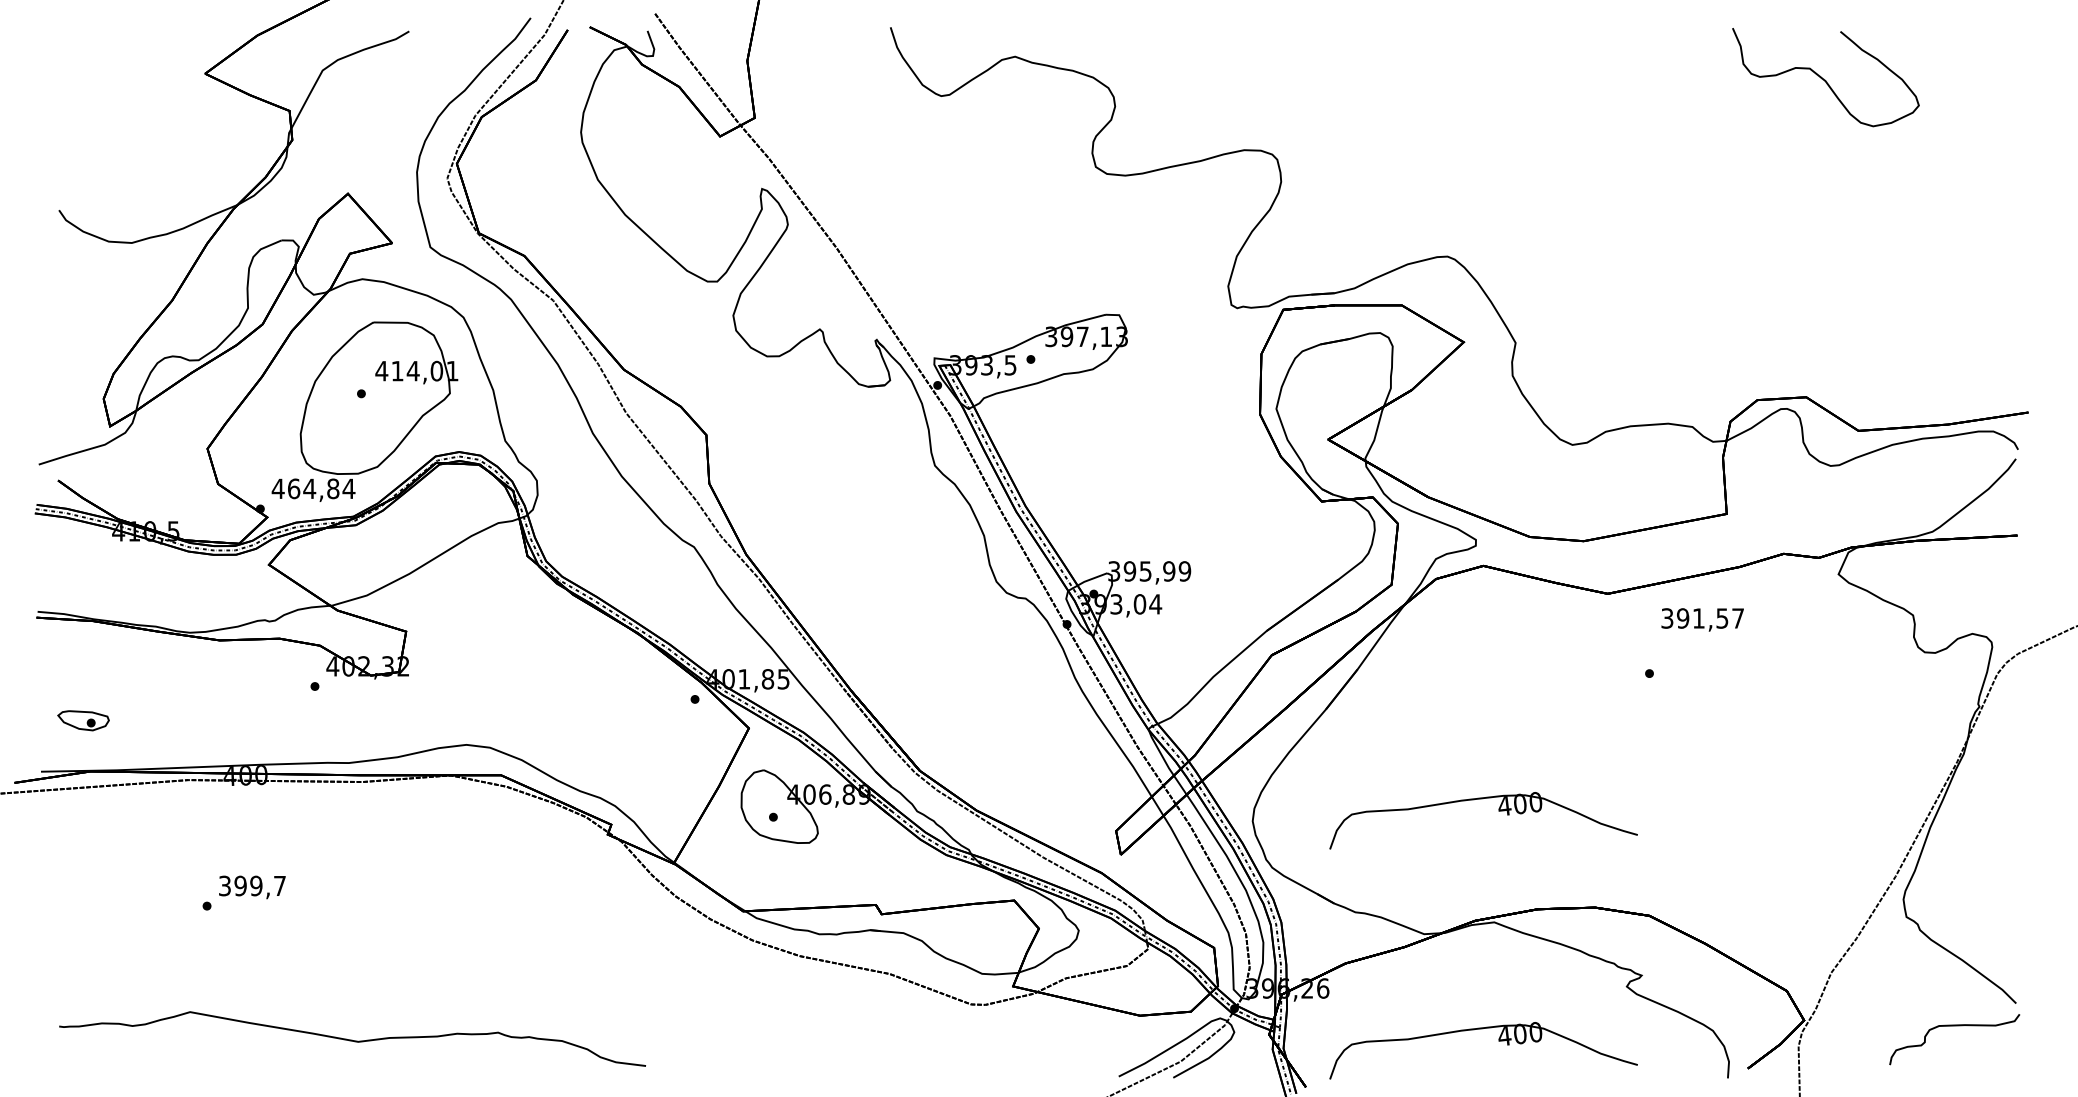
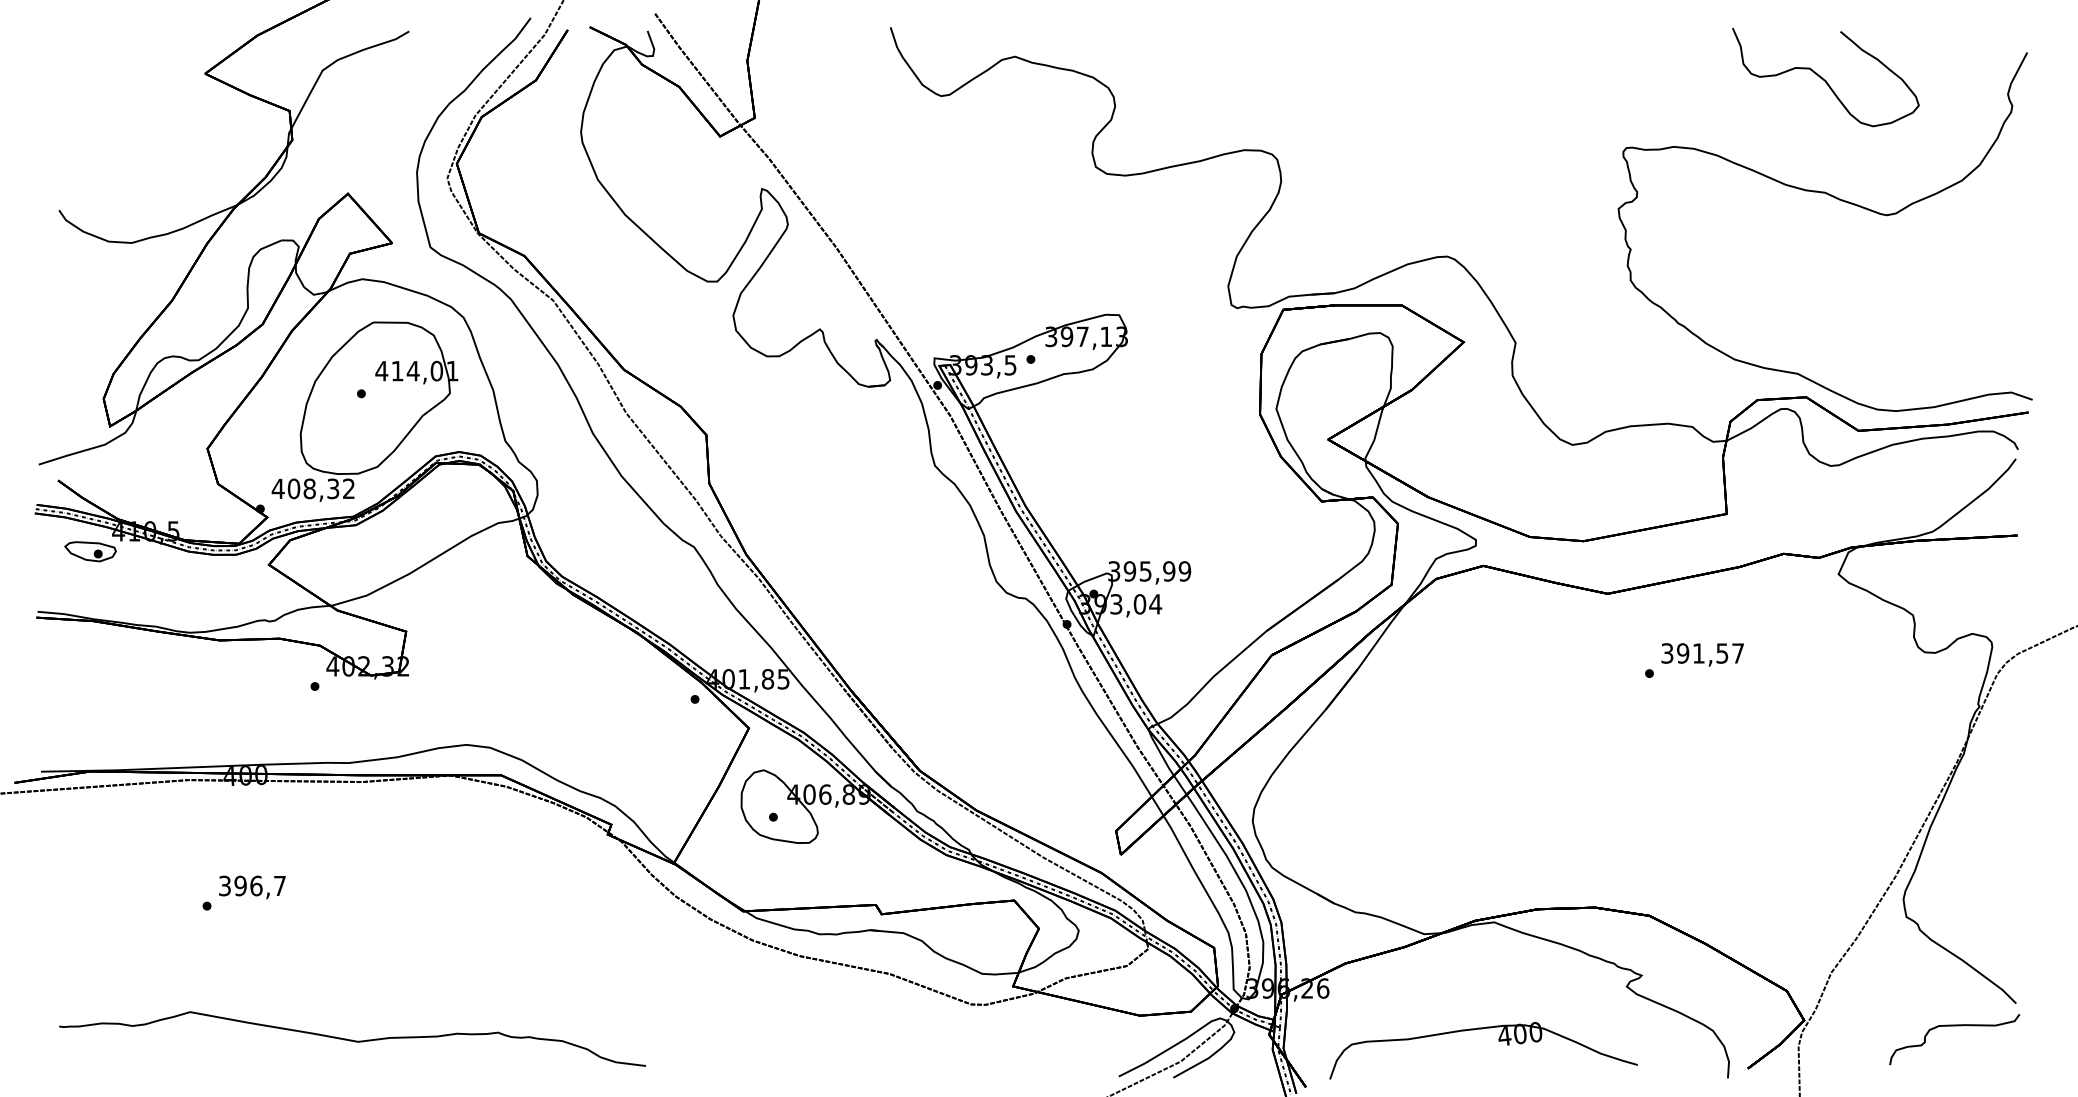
curve at (1839, 200): none -> present
text at (321, 488): 464,84 -> 408,32
text at (1702, 619) position: (1702, 619) -> (1702, 654)
part at (83, 720) position: (83, 720) -> (90, 551)
part at (1498, 811): present -> none
text at (256, 885): 399,7 -> 396,7
